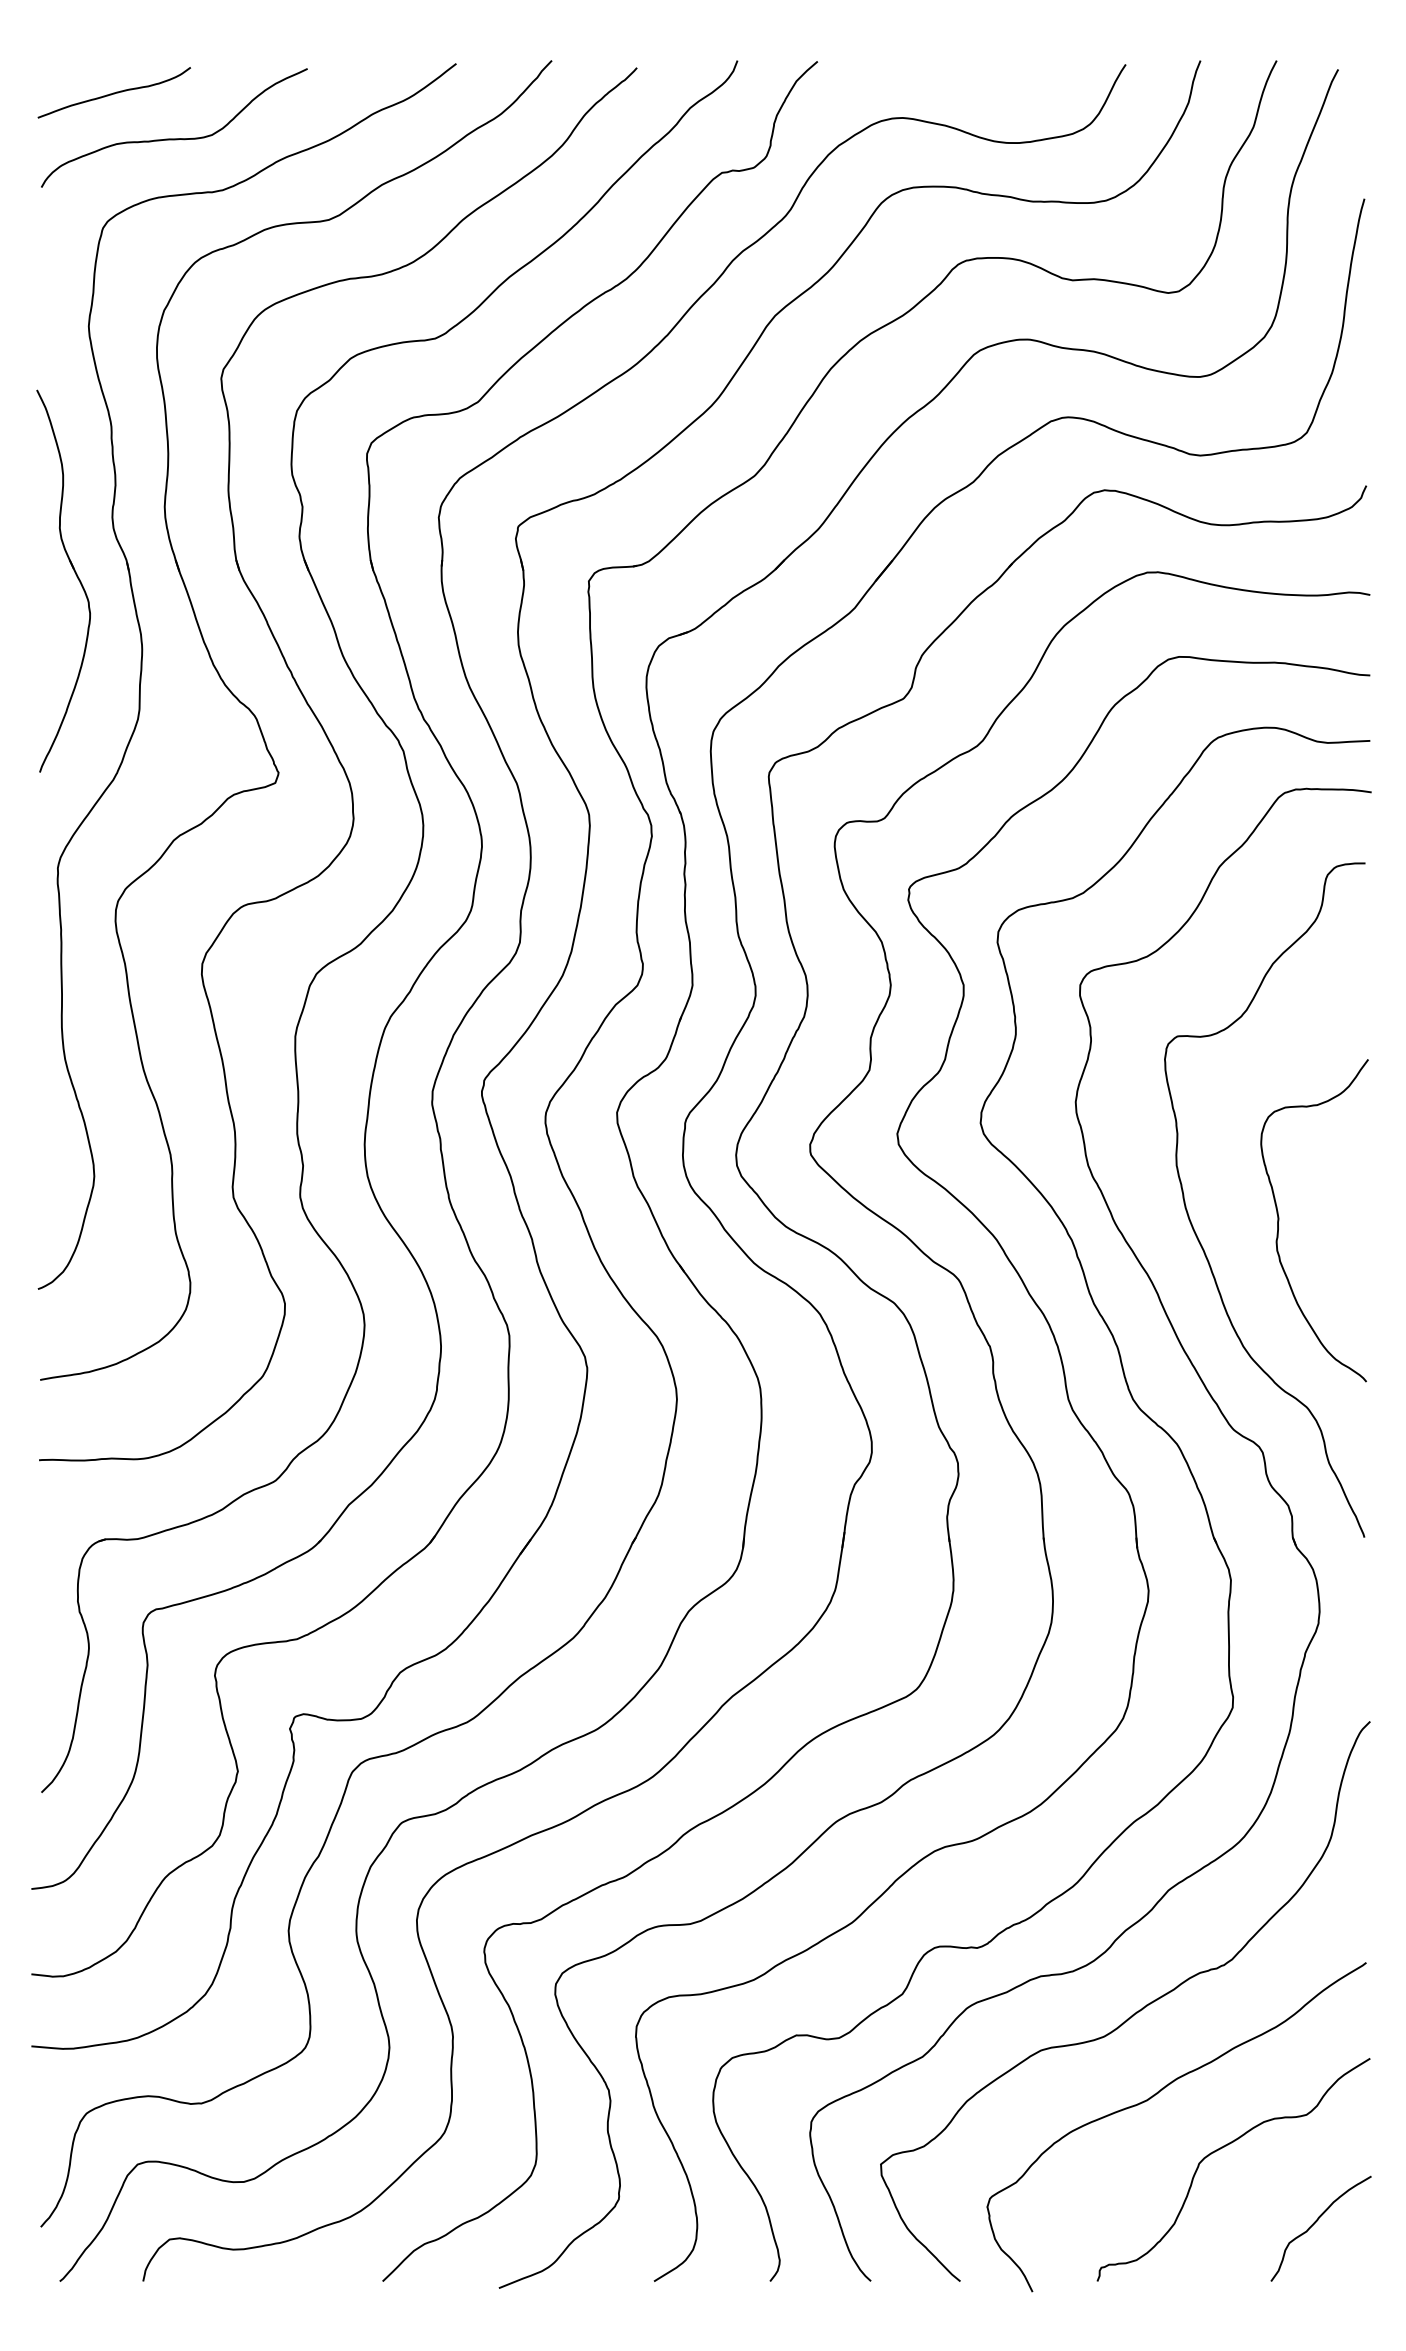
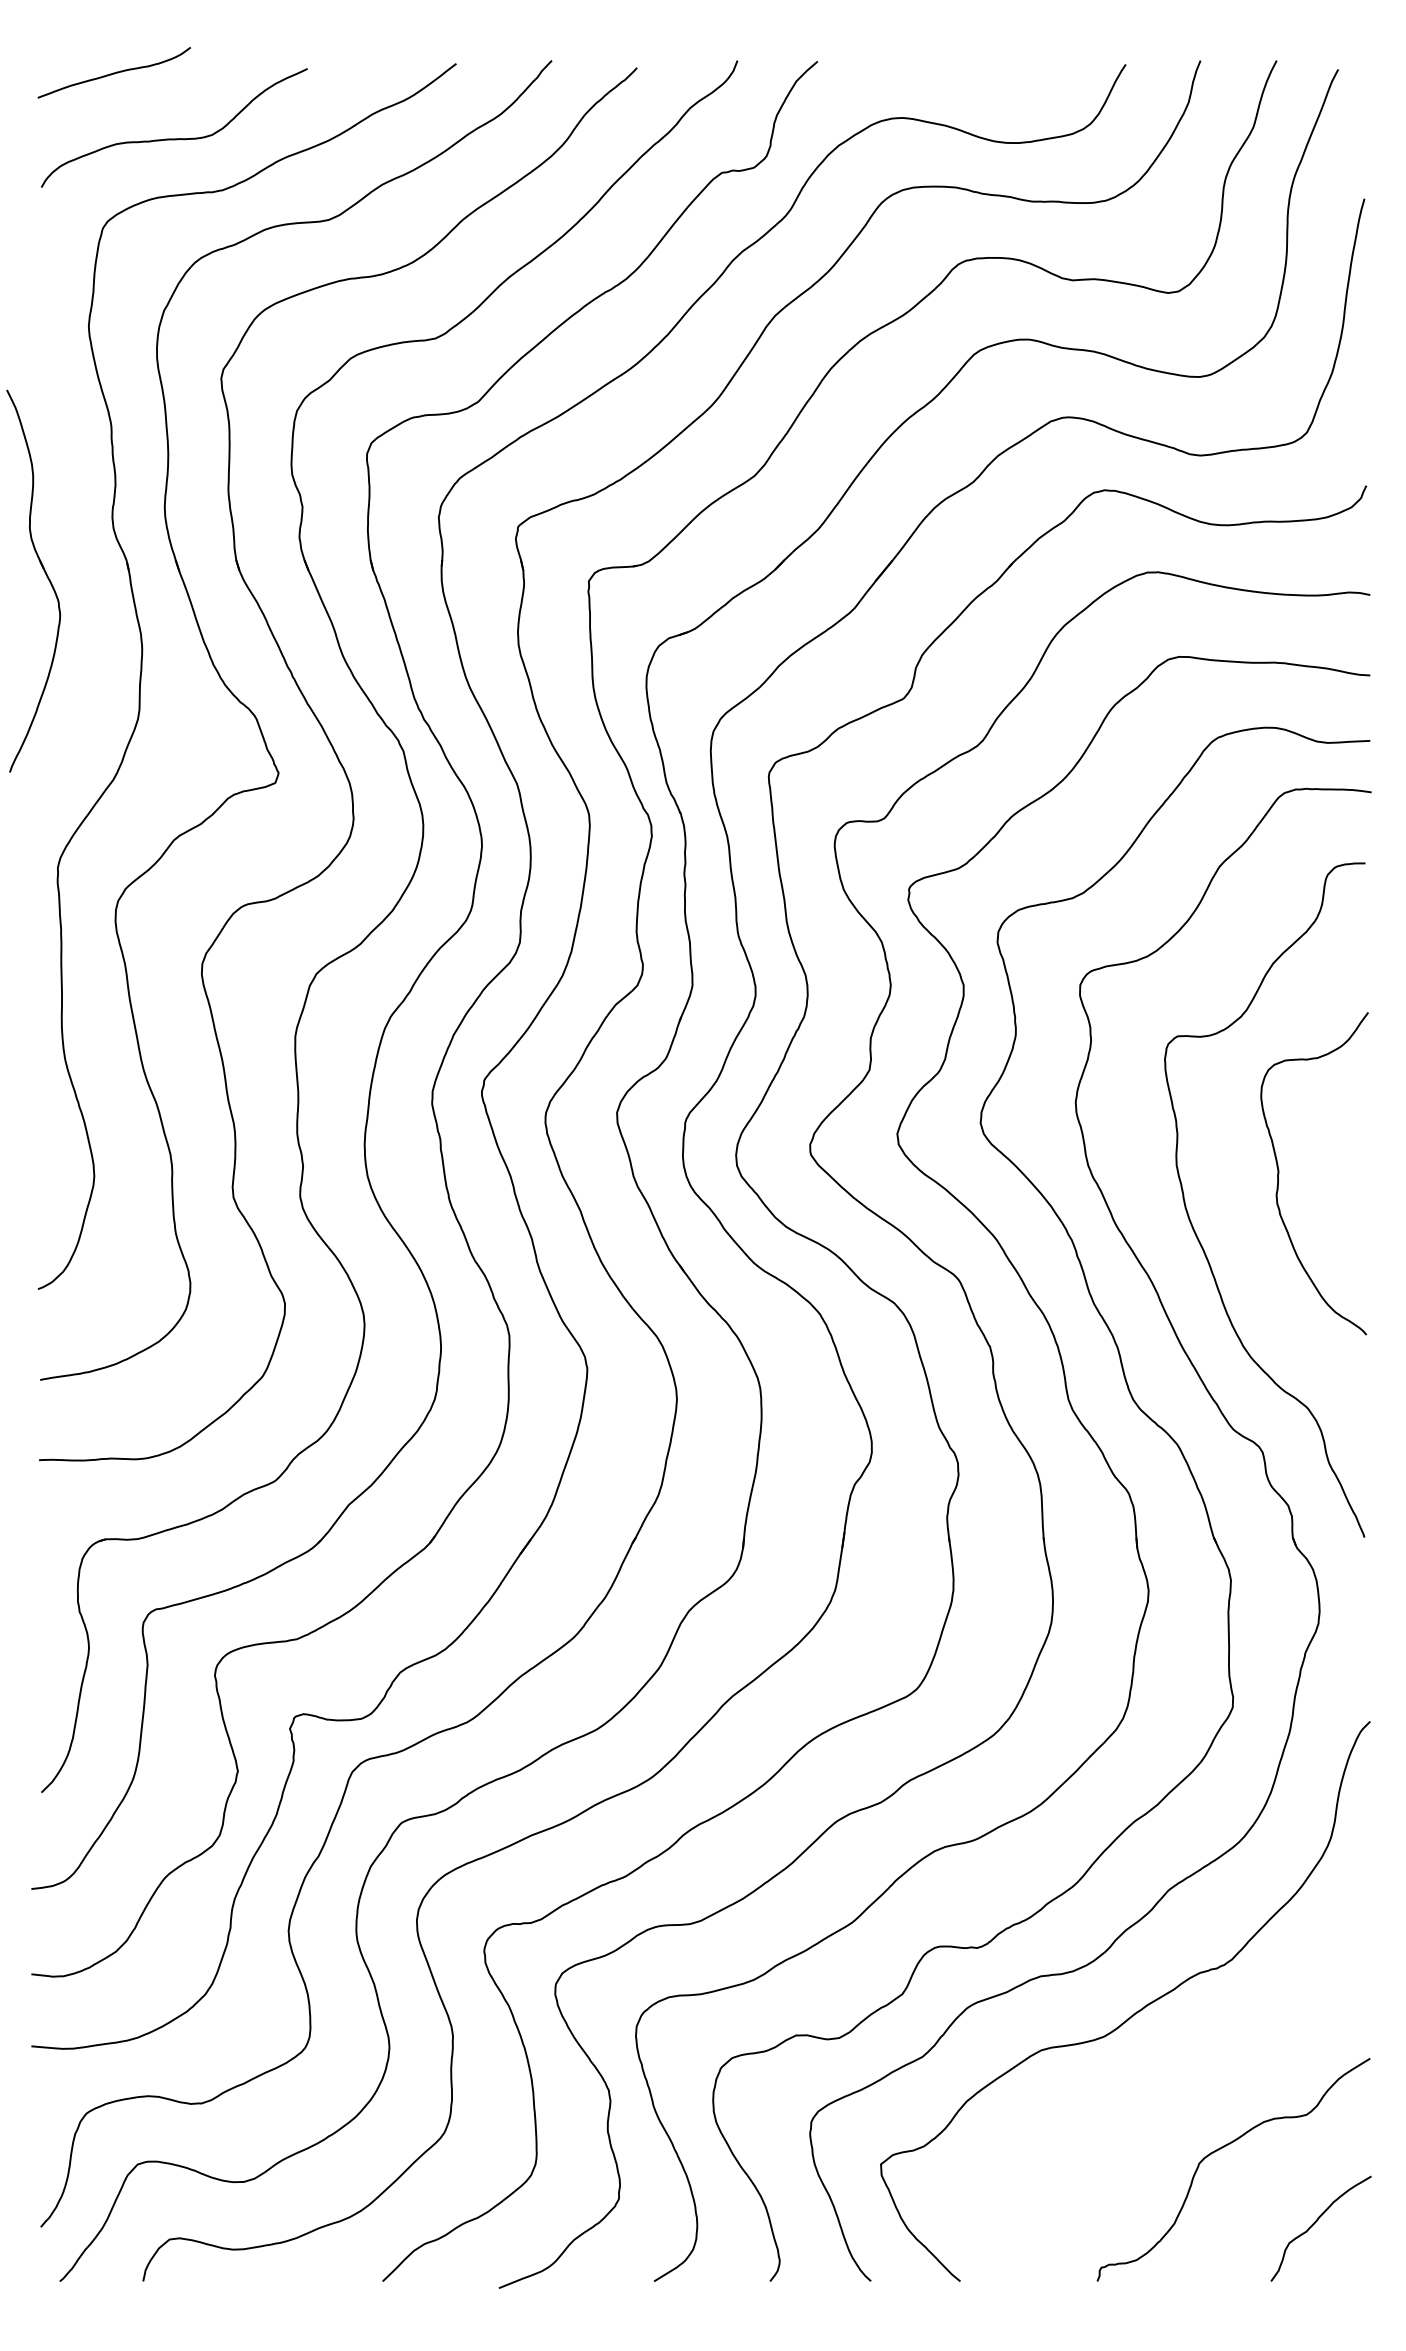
curve at (113, 92) position: (113, 92) -> (113, 72)
part at (75, 574) position: (75, 574) -> (45, 574)
curve at (1279, 1220) position: (1279, 1220) -> (1279, 1173)
curve at (1154, 2096): present -> none
